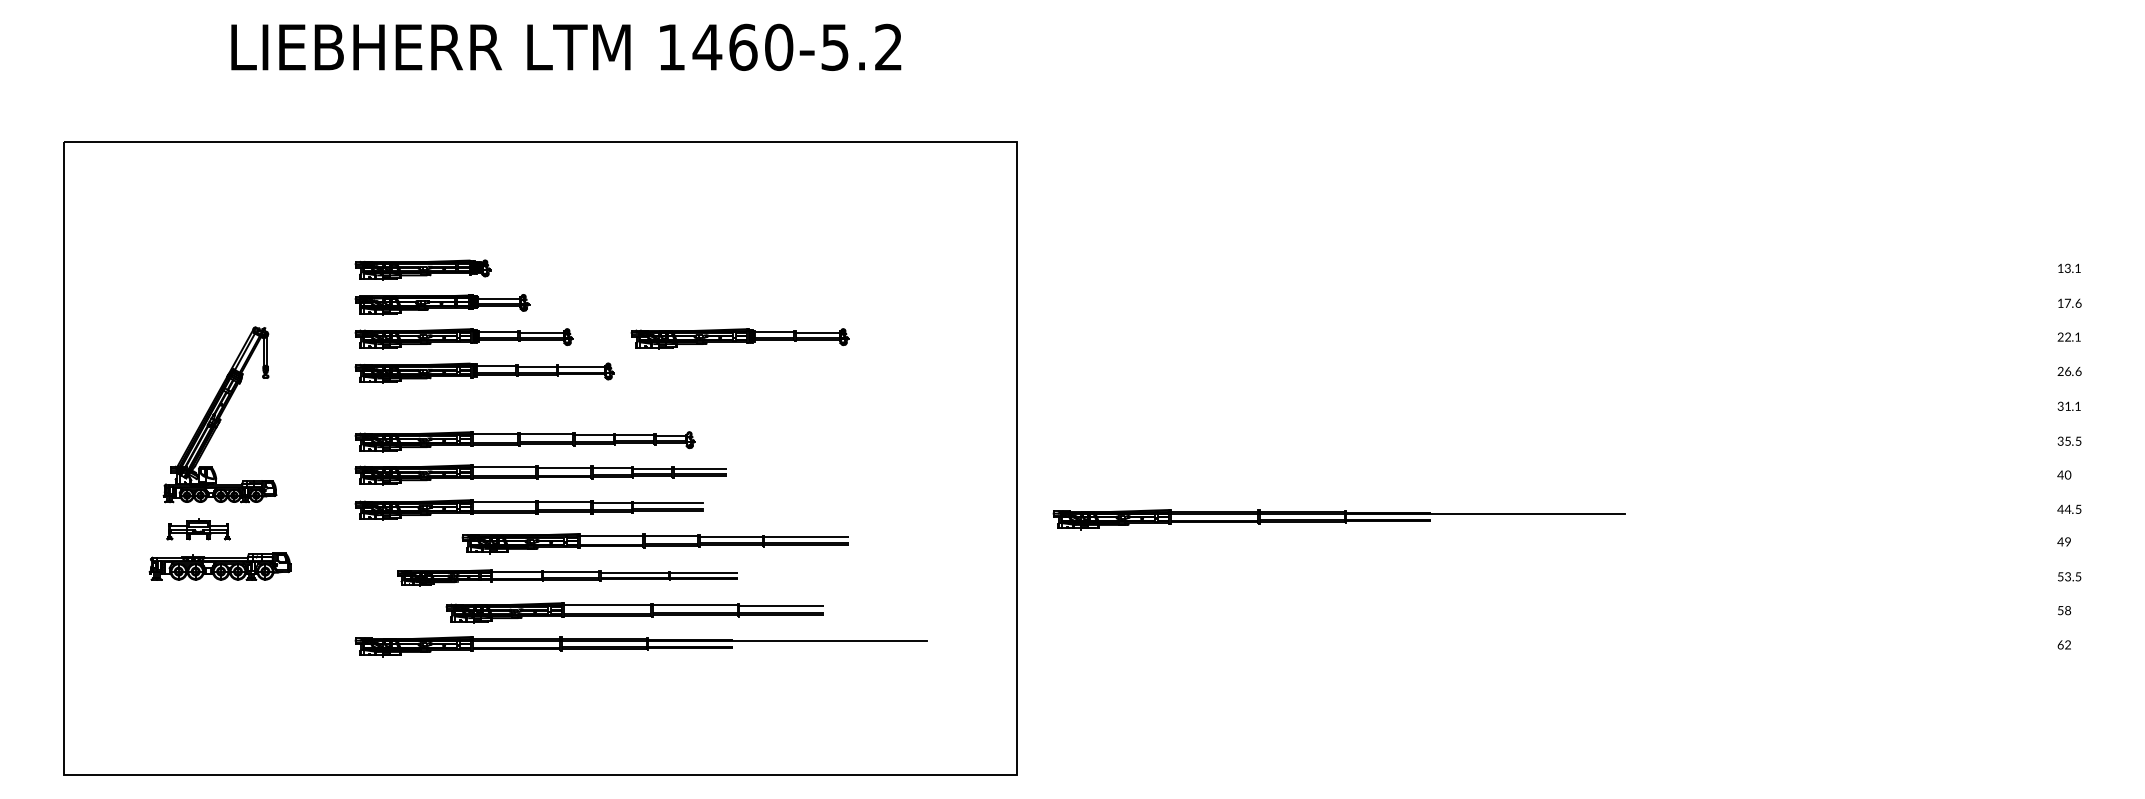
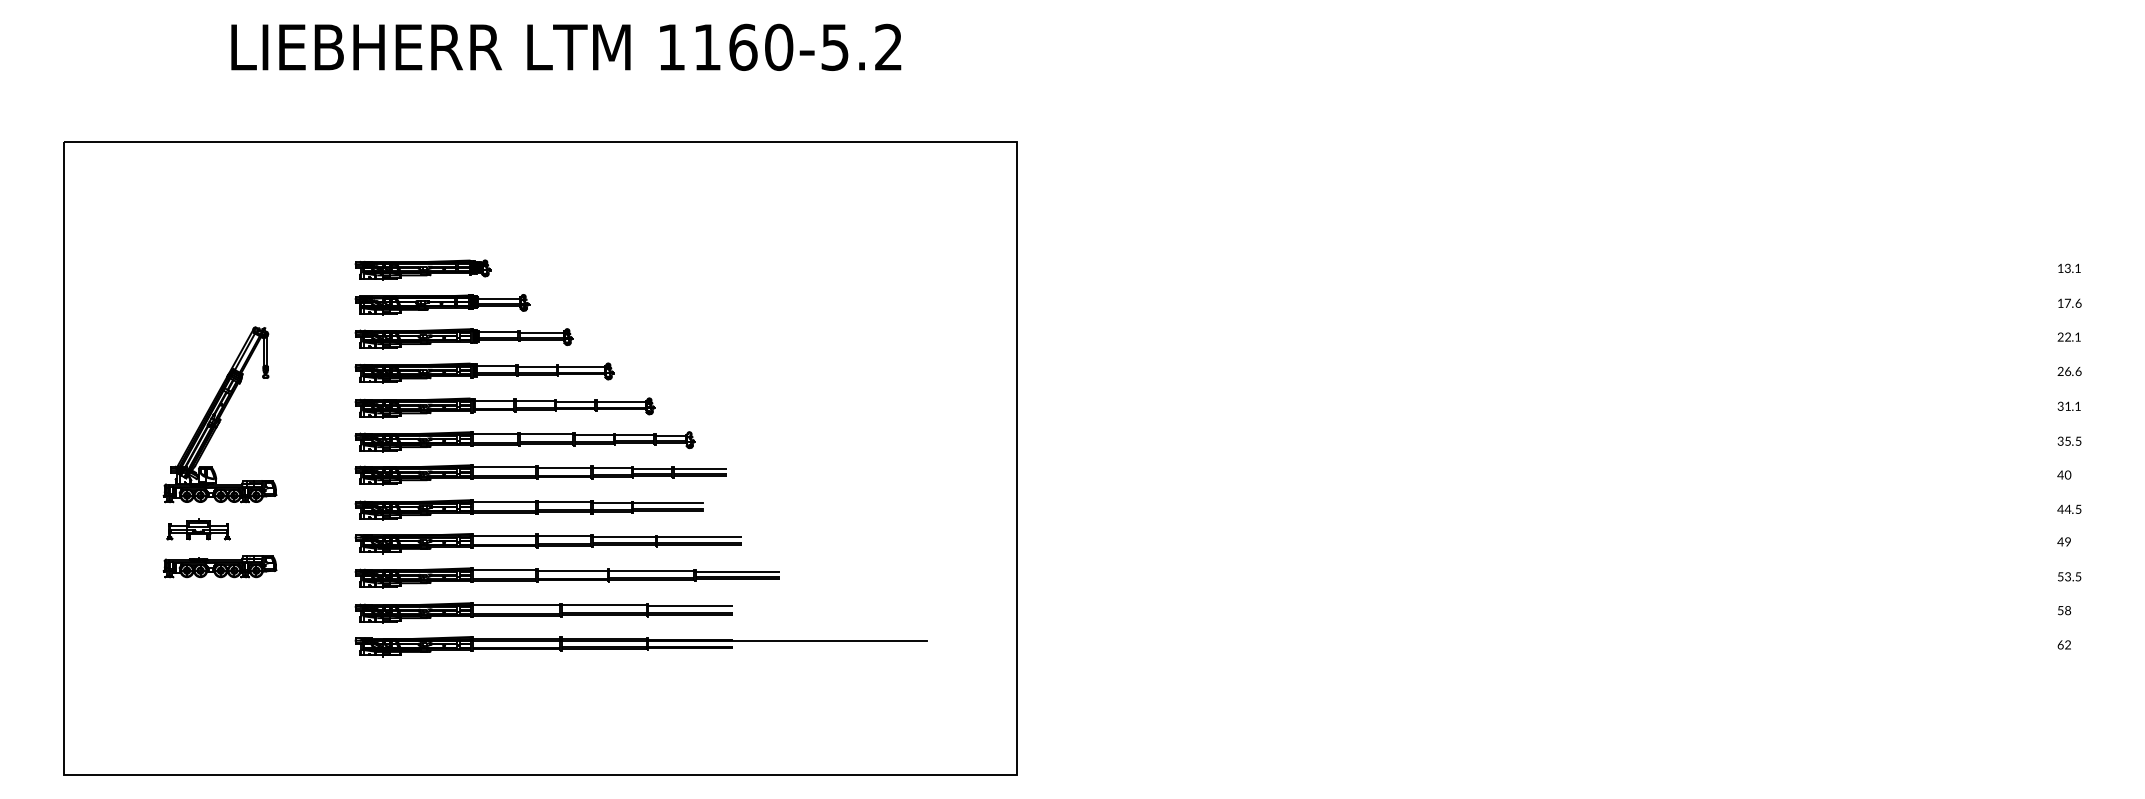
text at (707, 47): 1460-5.2 -> 1160-5.2
part at (739, 338): present -> none
part at (504, 407): none -> present
part at (1338, 519): present -> none
part at (654, 543) position: (654, 543) -> (547, 543)
part at (219, 566) size: 144x29 px -> 116x24 px
part at (567, 577) size: 341x18 px -> 426x22 px
part at (634, 612) position: (634, 612) -> (543, 612)
